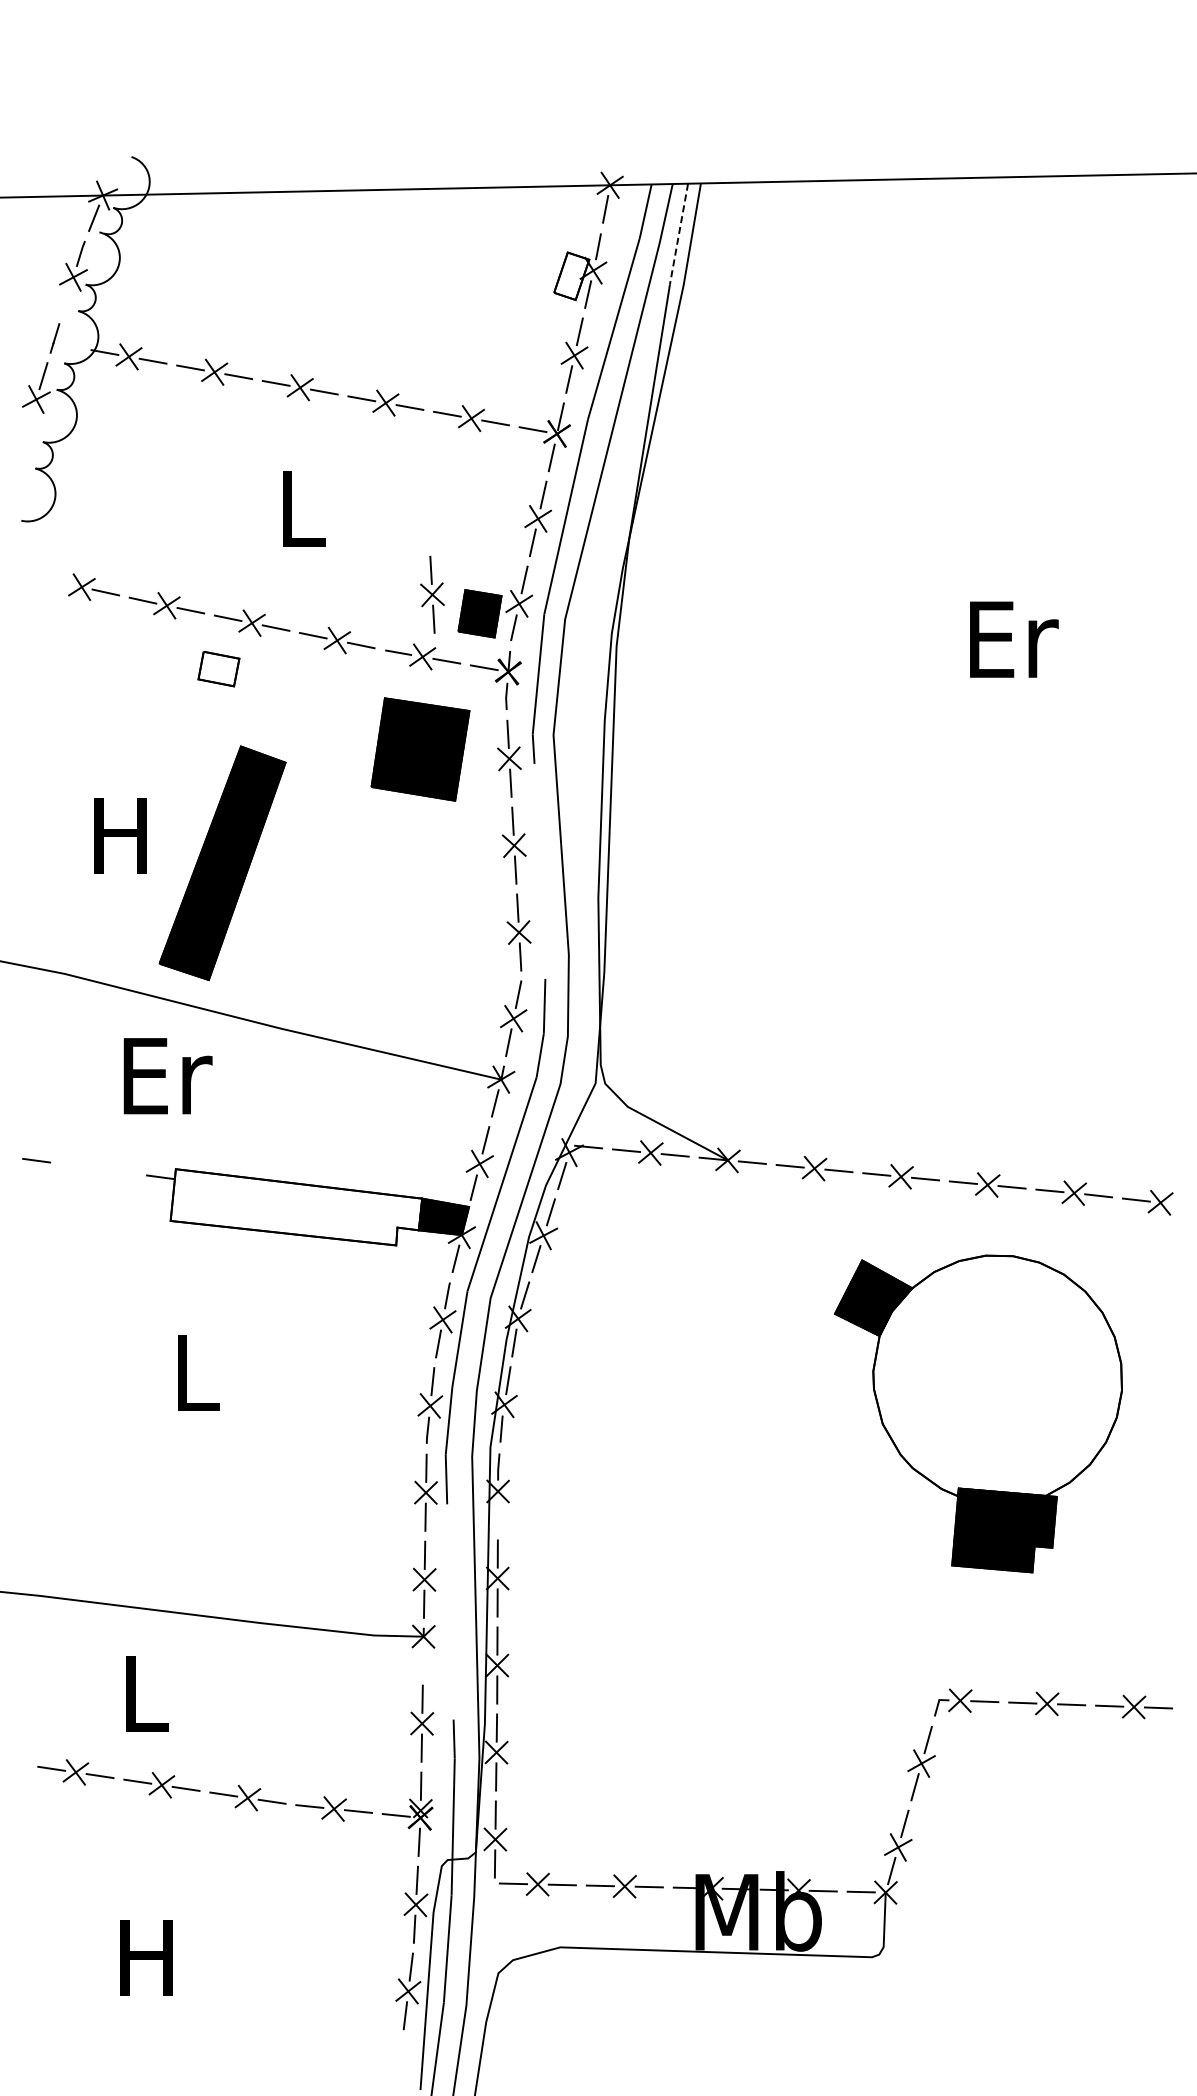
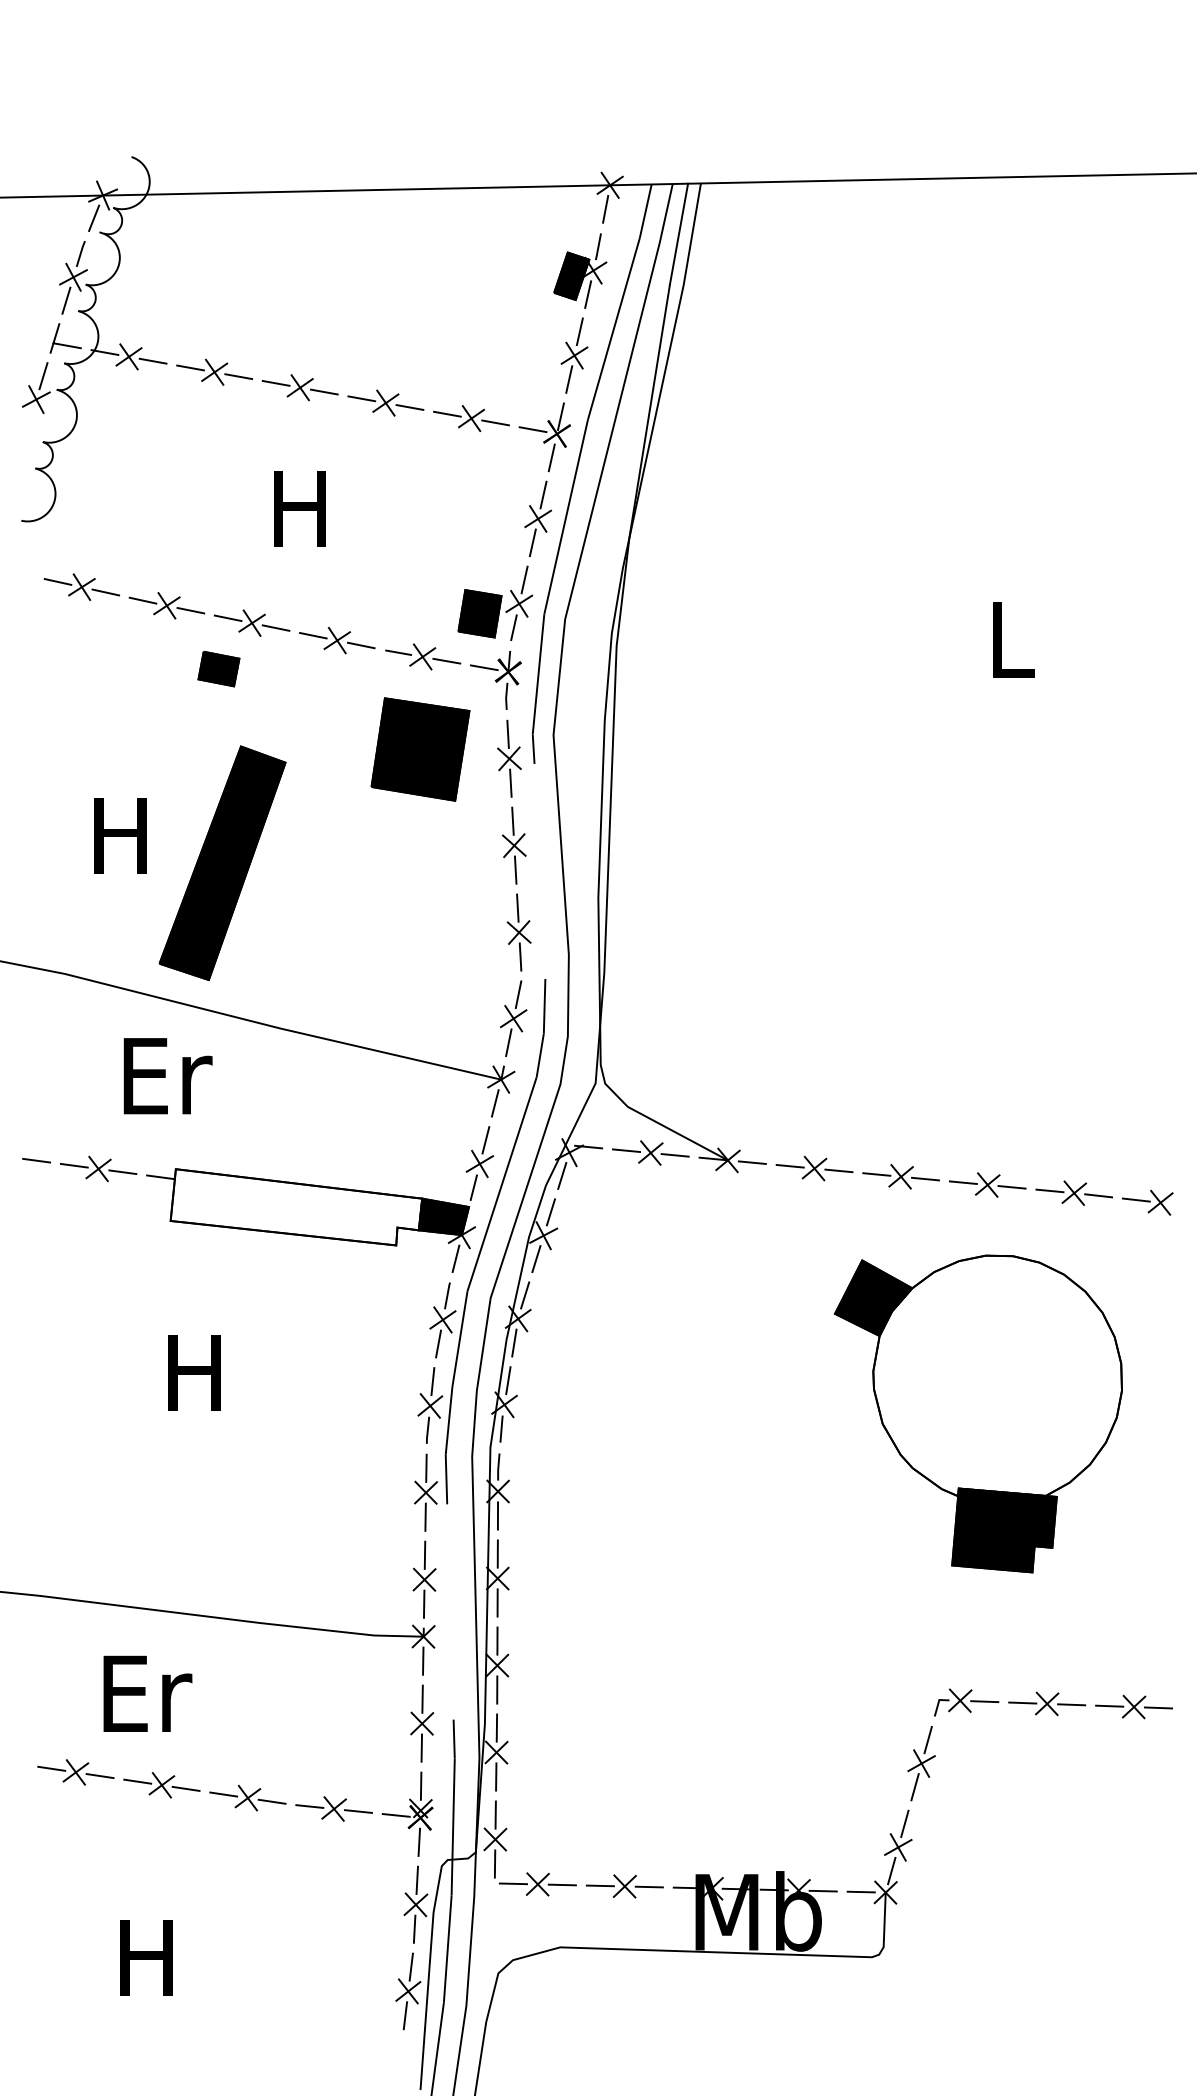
line at (678, 234): dashed -> solid
fill at (571, 276): none -> present
line at (66, 300): none -> present
line at (67, 345): none -> present
text at (299, 508): L -> H
line at (57, 581): none -> present
part at (432, 594): present -> none
text at (1014, 639): Er -> L
fill at (218, 668): none -> present
part at (98, 1168): none -> present
text at (194, 1372): L -> H
line at (497, 1515): none -> present
line at (423, 1660): none -> present
text at (147, 1693): L -> Er
